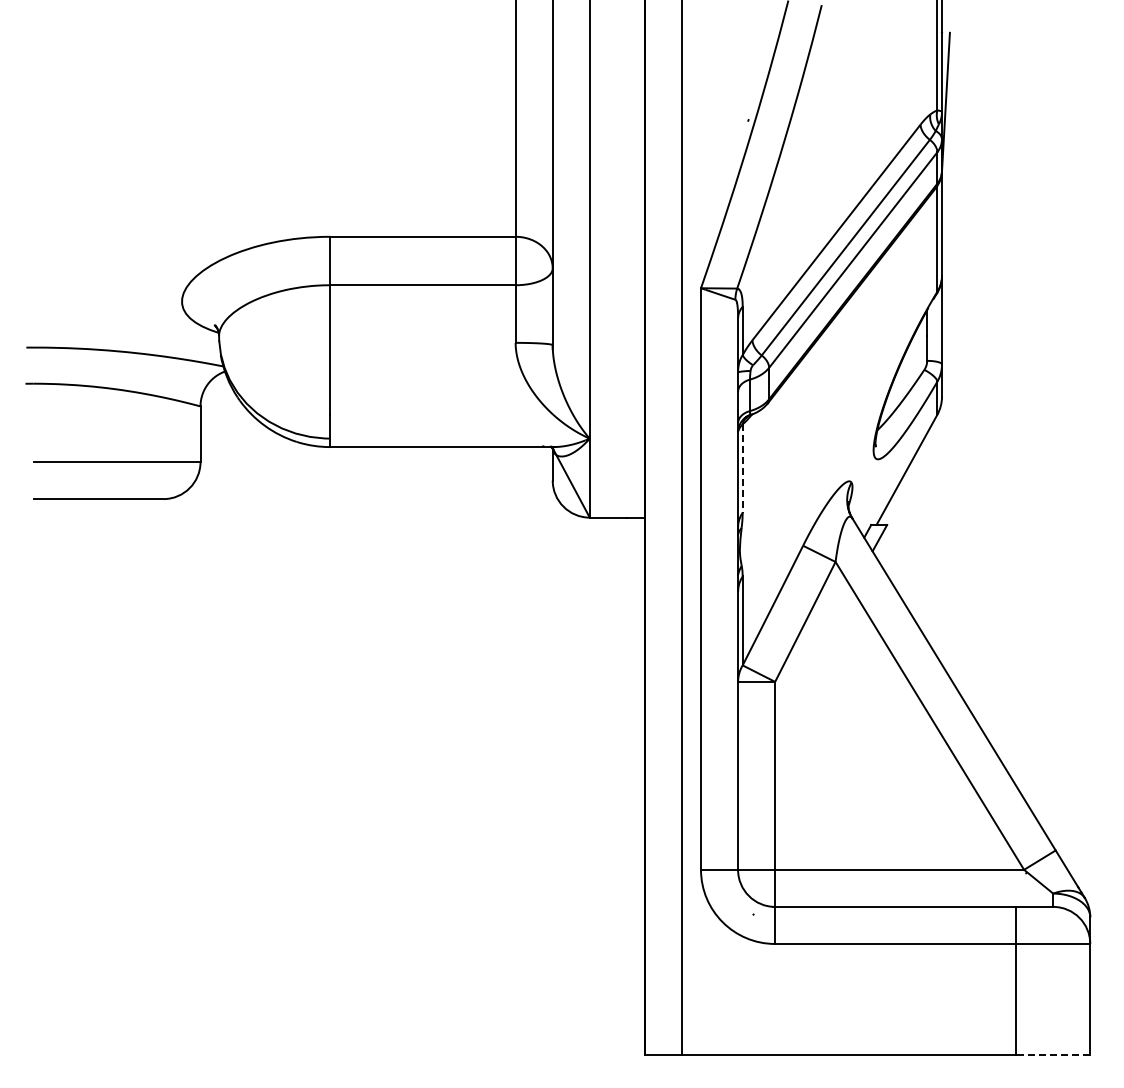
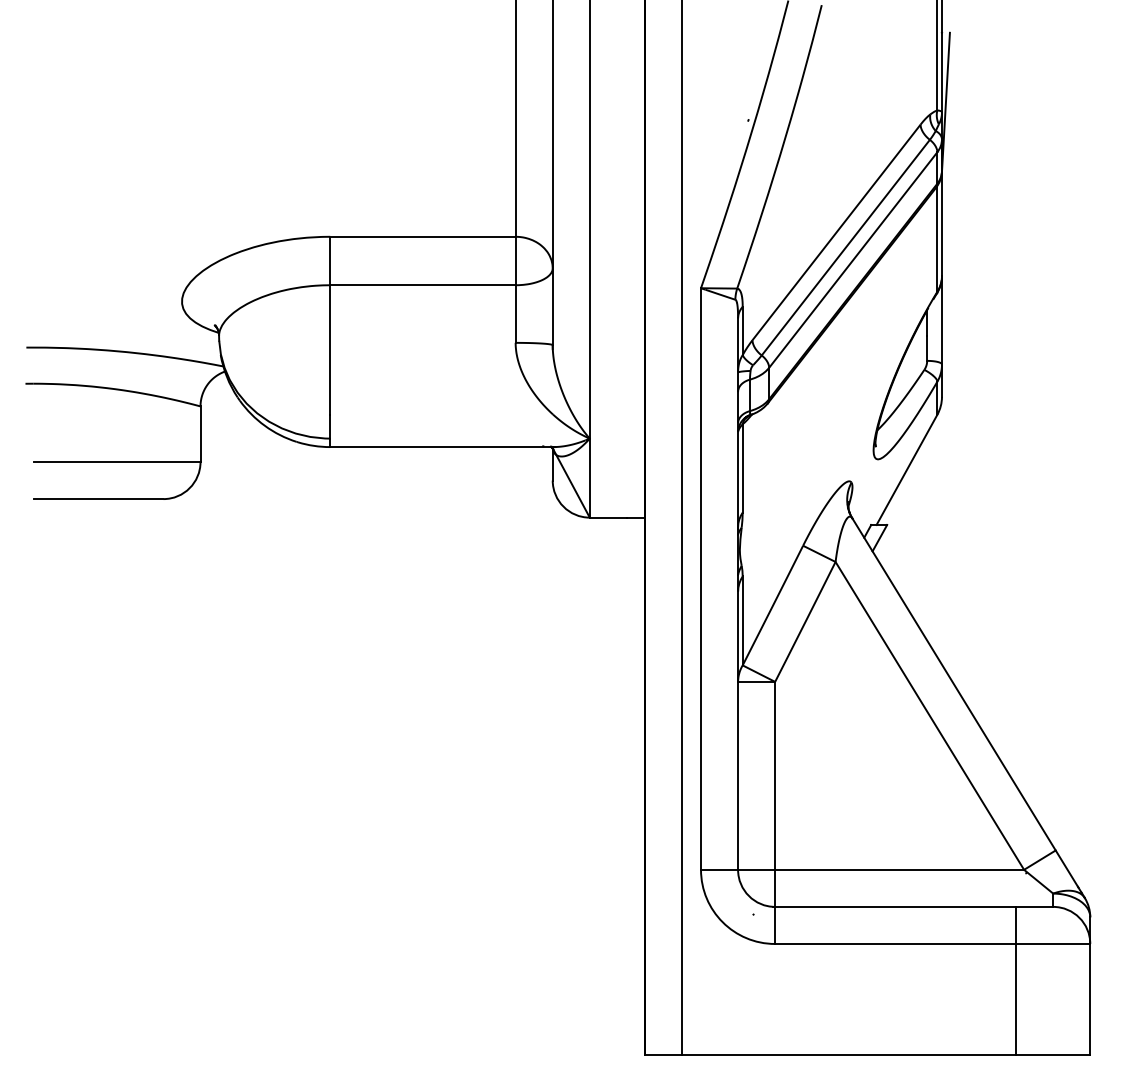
line at (742, 468): dashed -> solid
line at (1052, 1055): dashed -> solid
